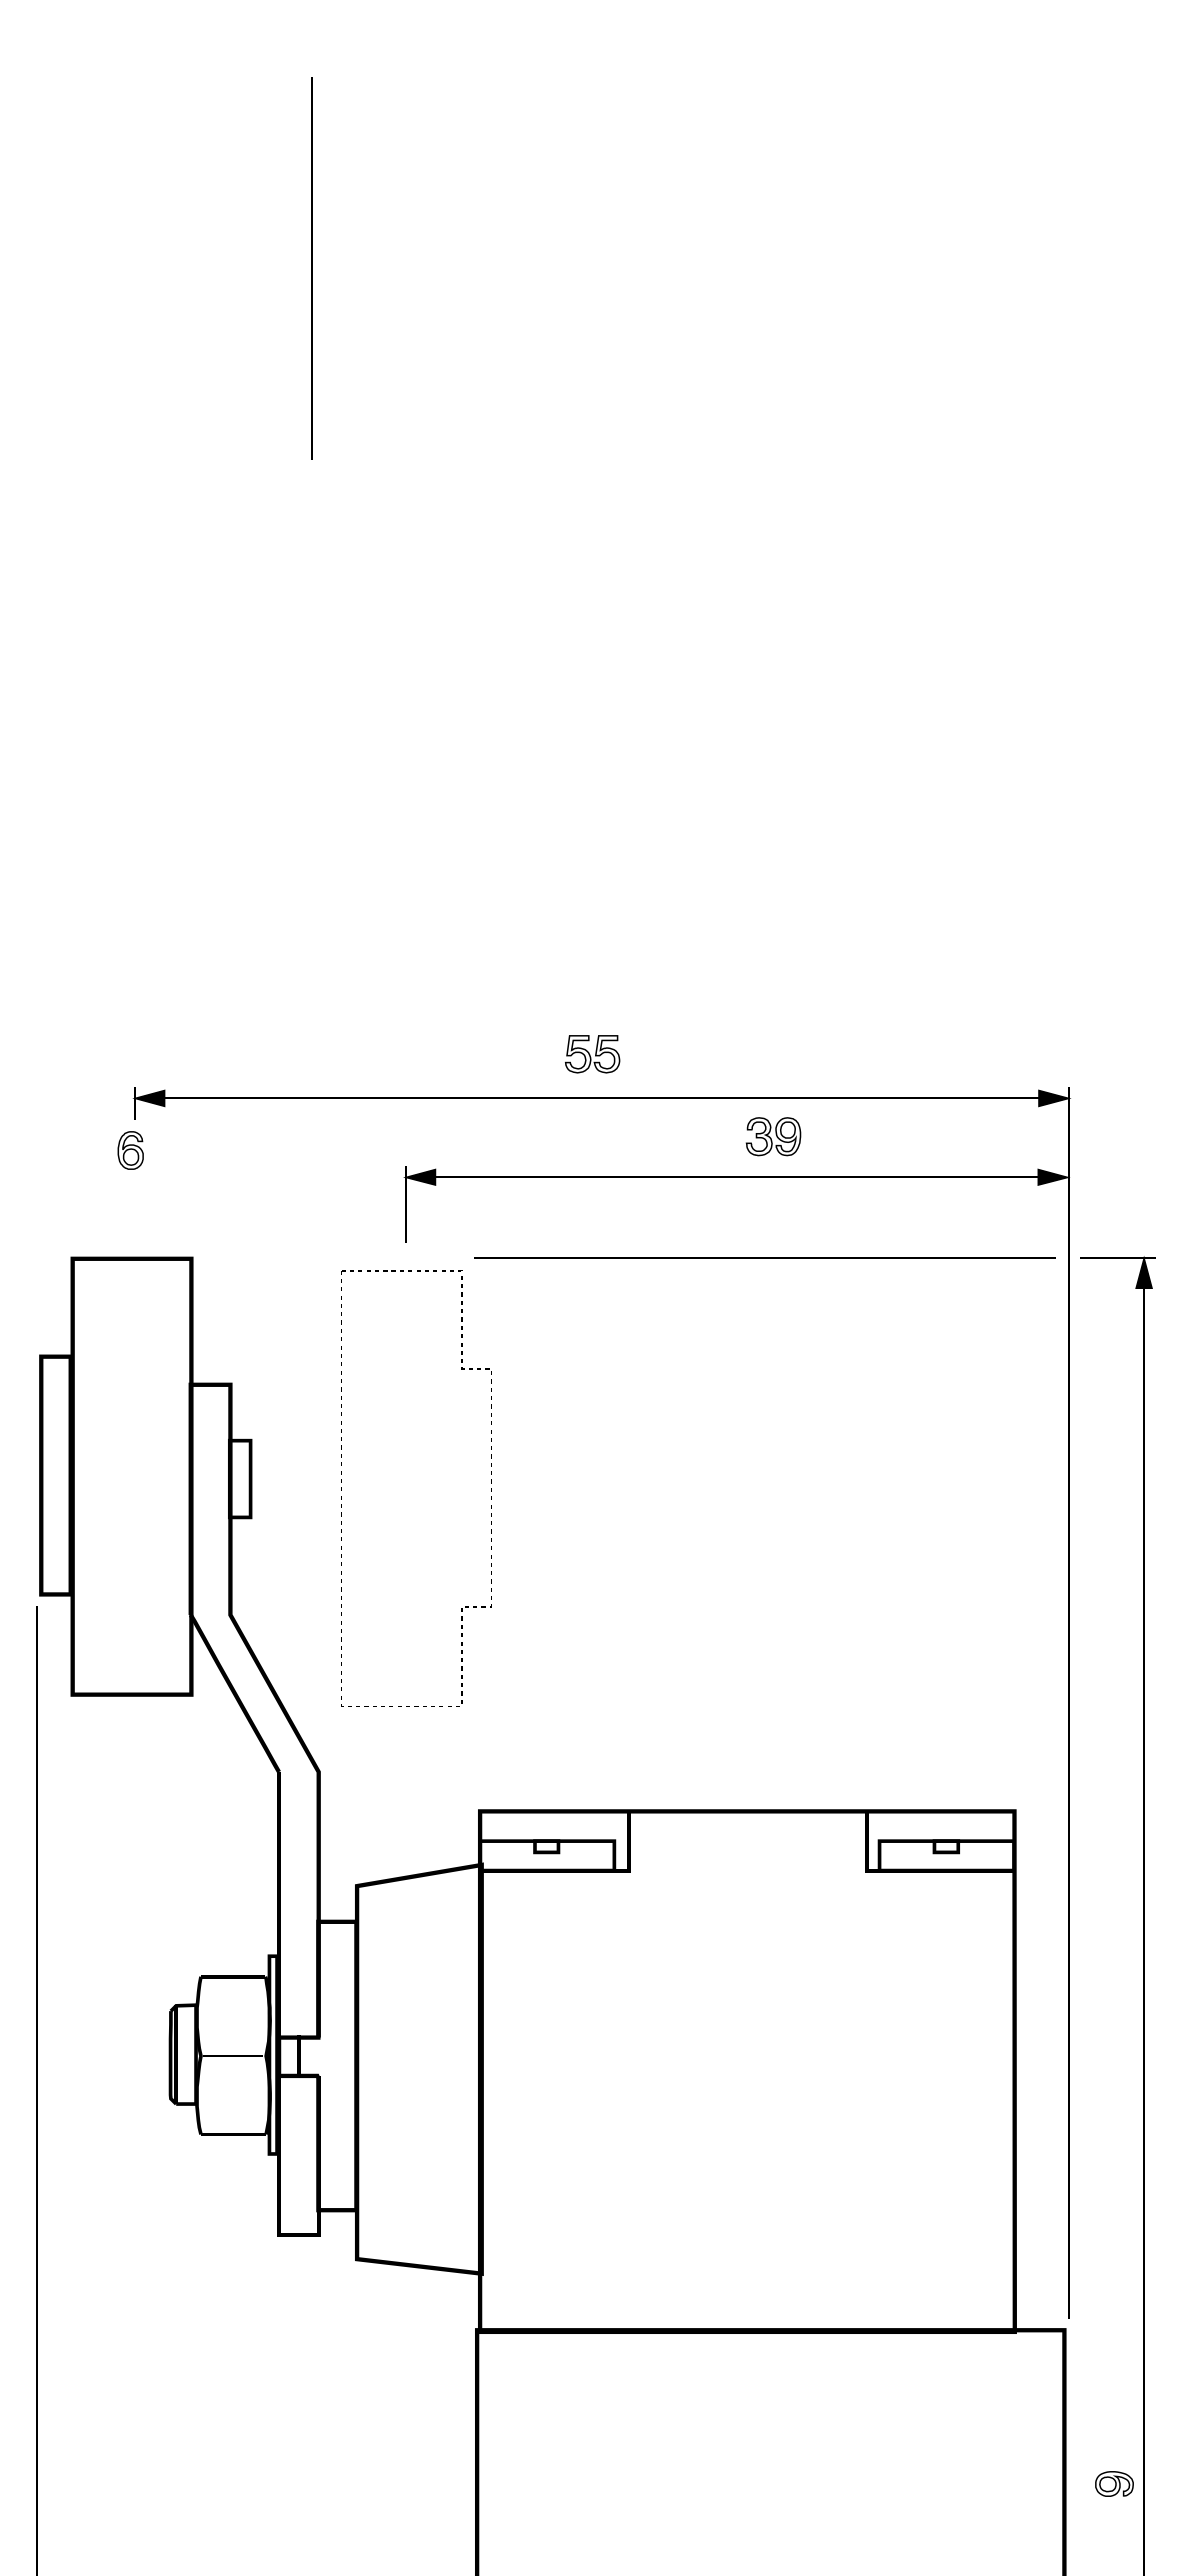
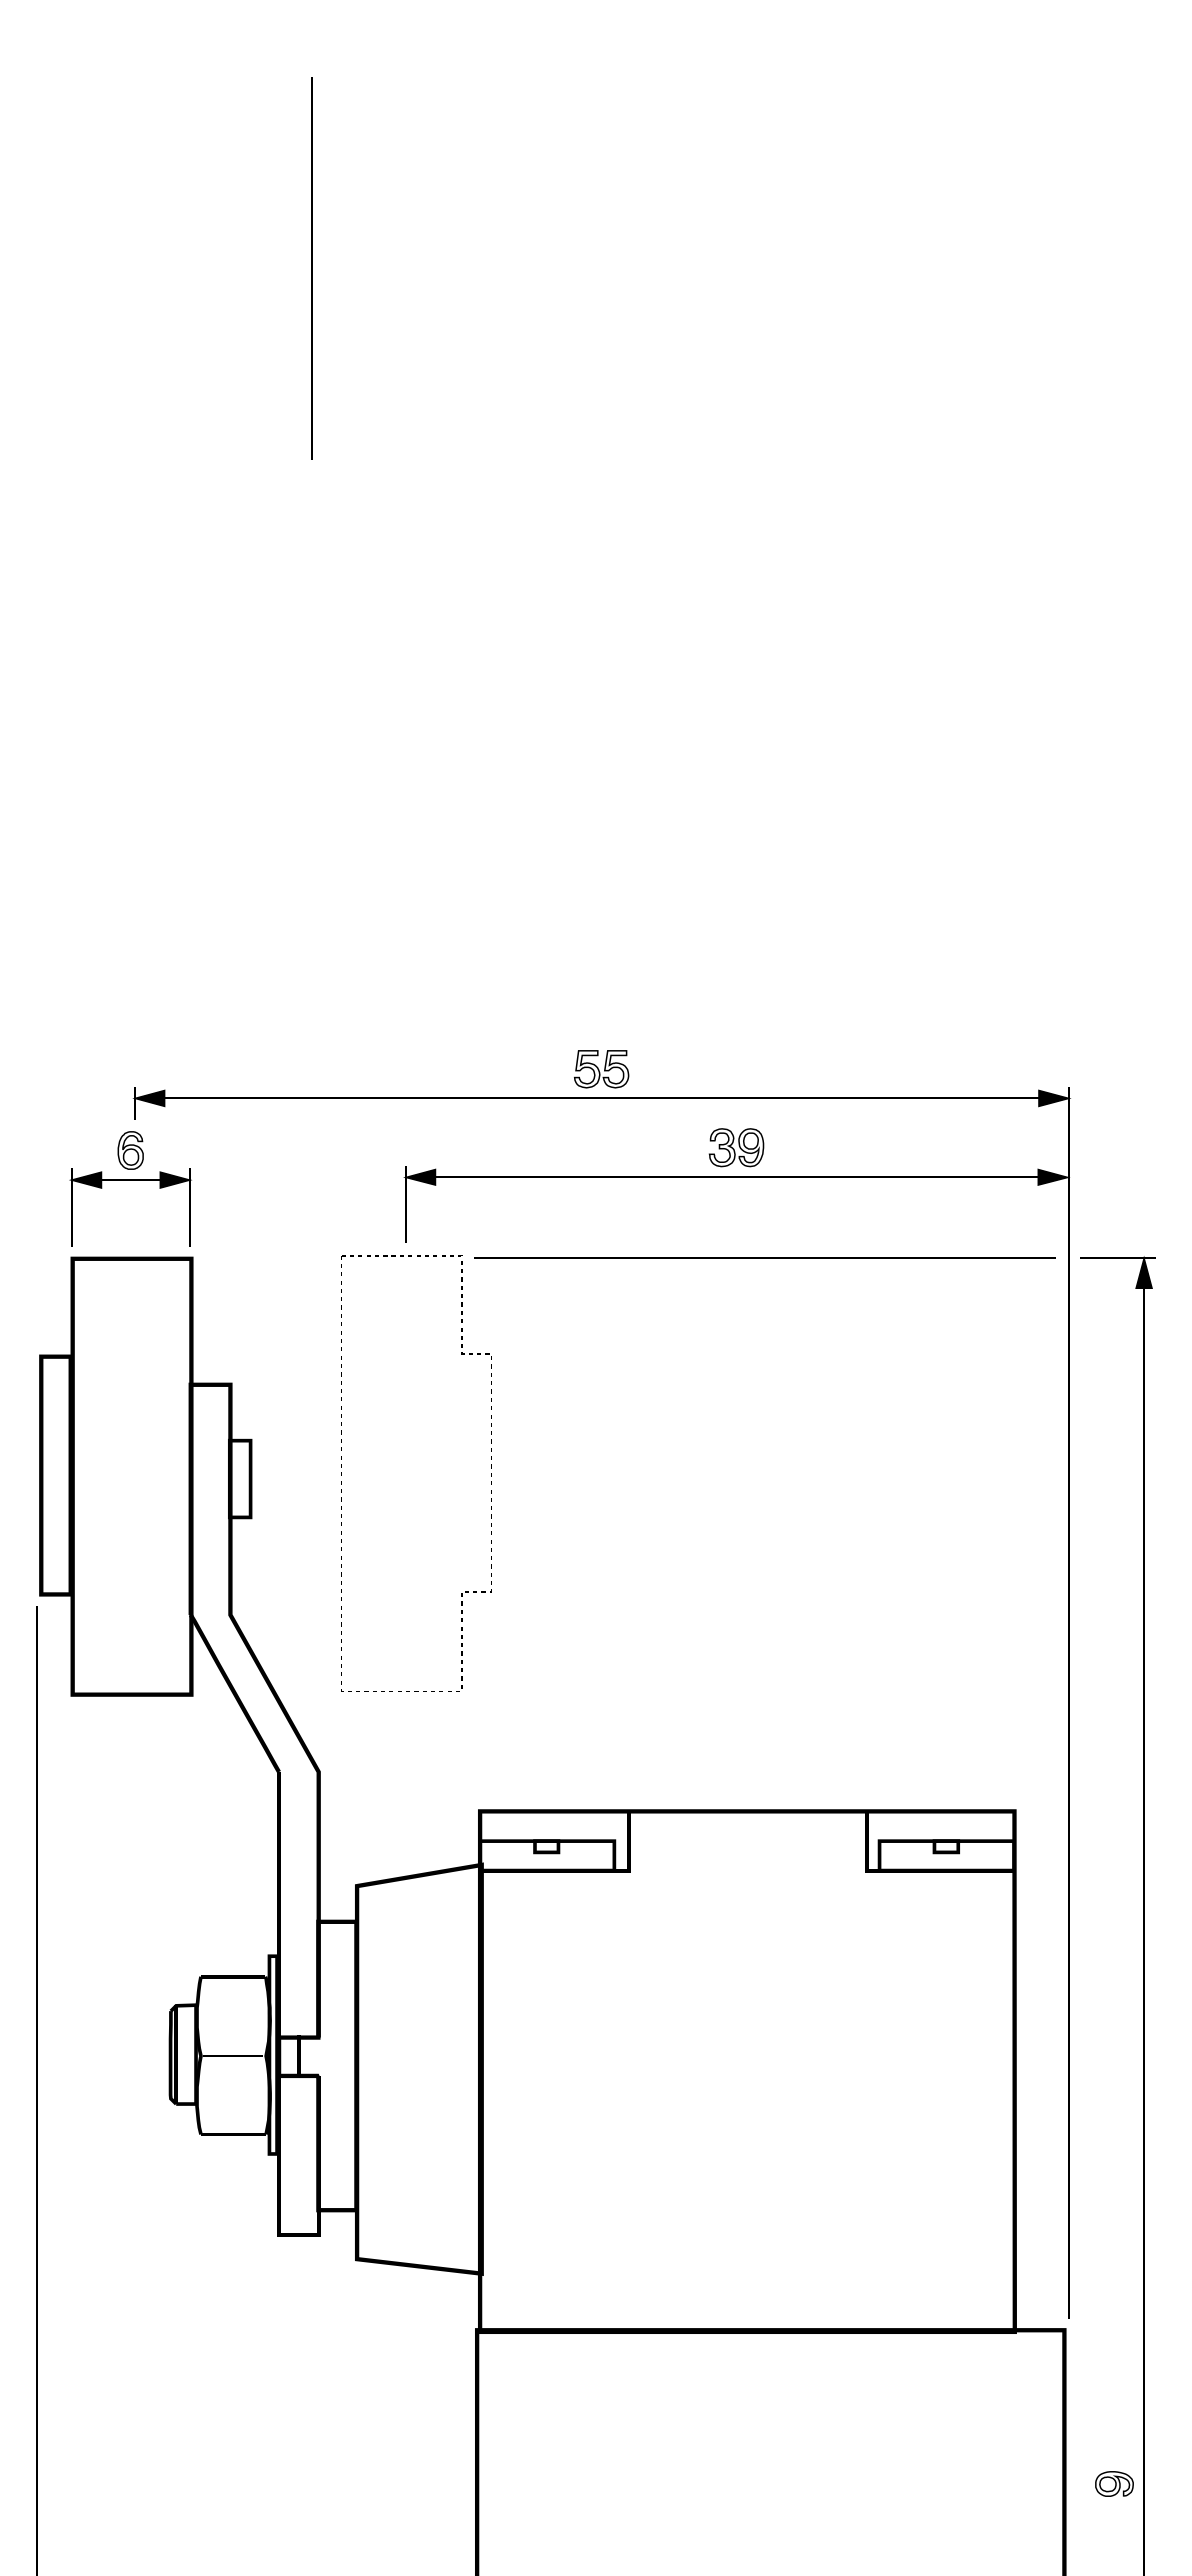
part at (592, 1054) position: (592, 1054) -> (601, 1069)
part at (773, 1136) position: (773, 1136) -> (736, 1147)
part at (130, 1180): none -> present
part at (341, 1488) position: (341, 1488) -> (341, 1473)
